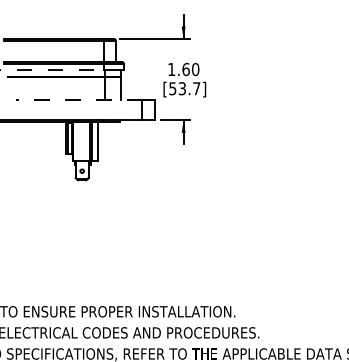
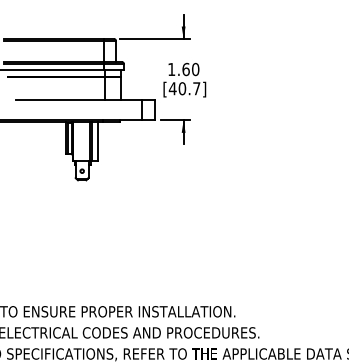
line at (52, 70): dashed -> solid
text at (177, 88): [53.7] -> [40.7]
line at (78, 100): dashed -> solid
